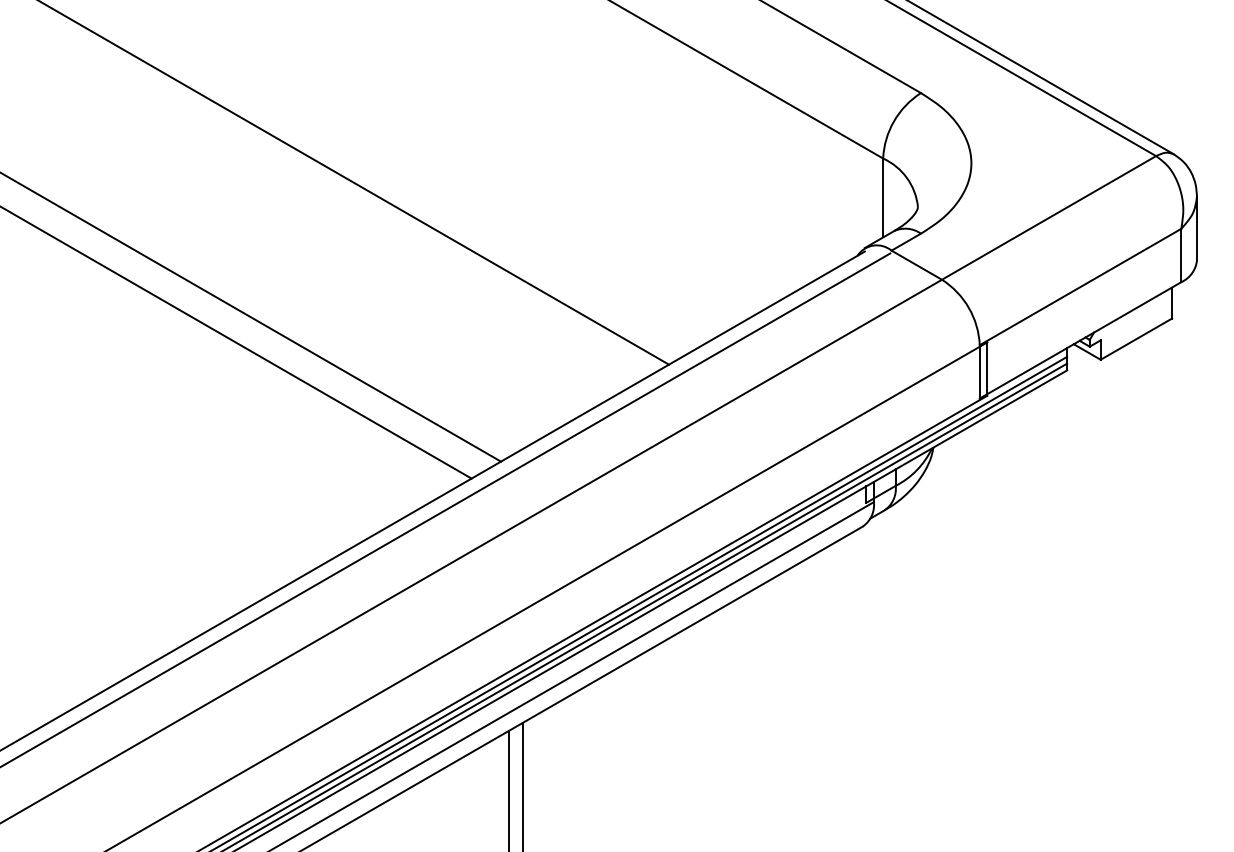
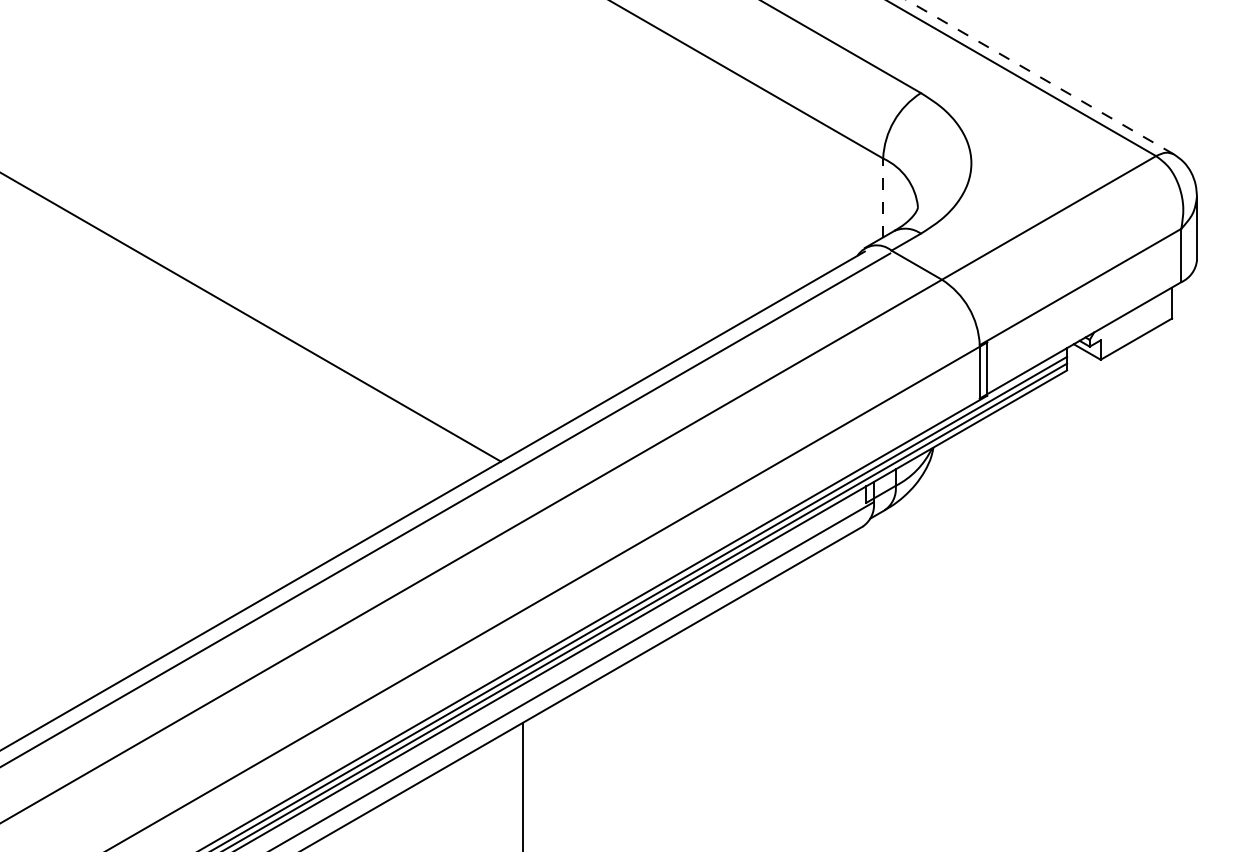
line at (1040, 77): solid -> dashed
line at (355, 183): present -> none
line at (883, 197): solid -> dashed
line at (236, 342): present -> none
line at (508, 789): present -> none
